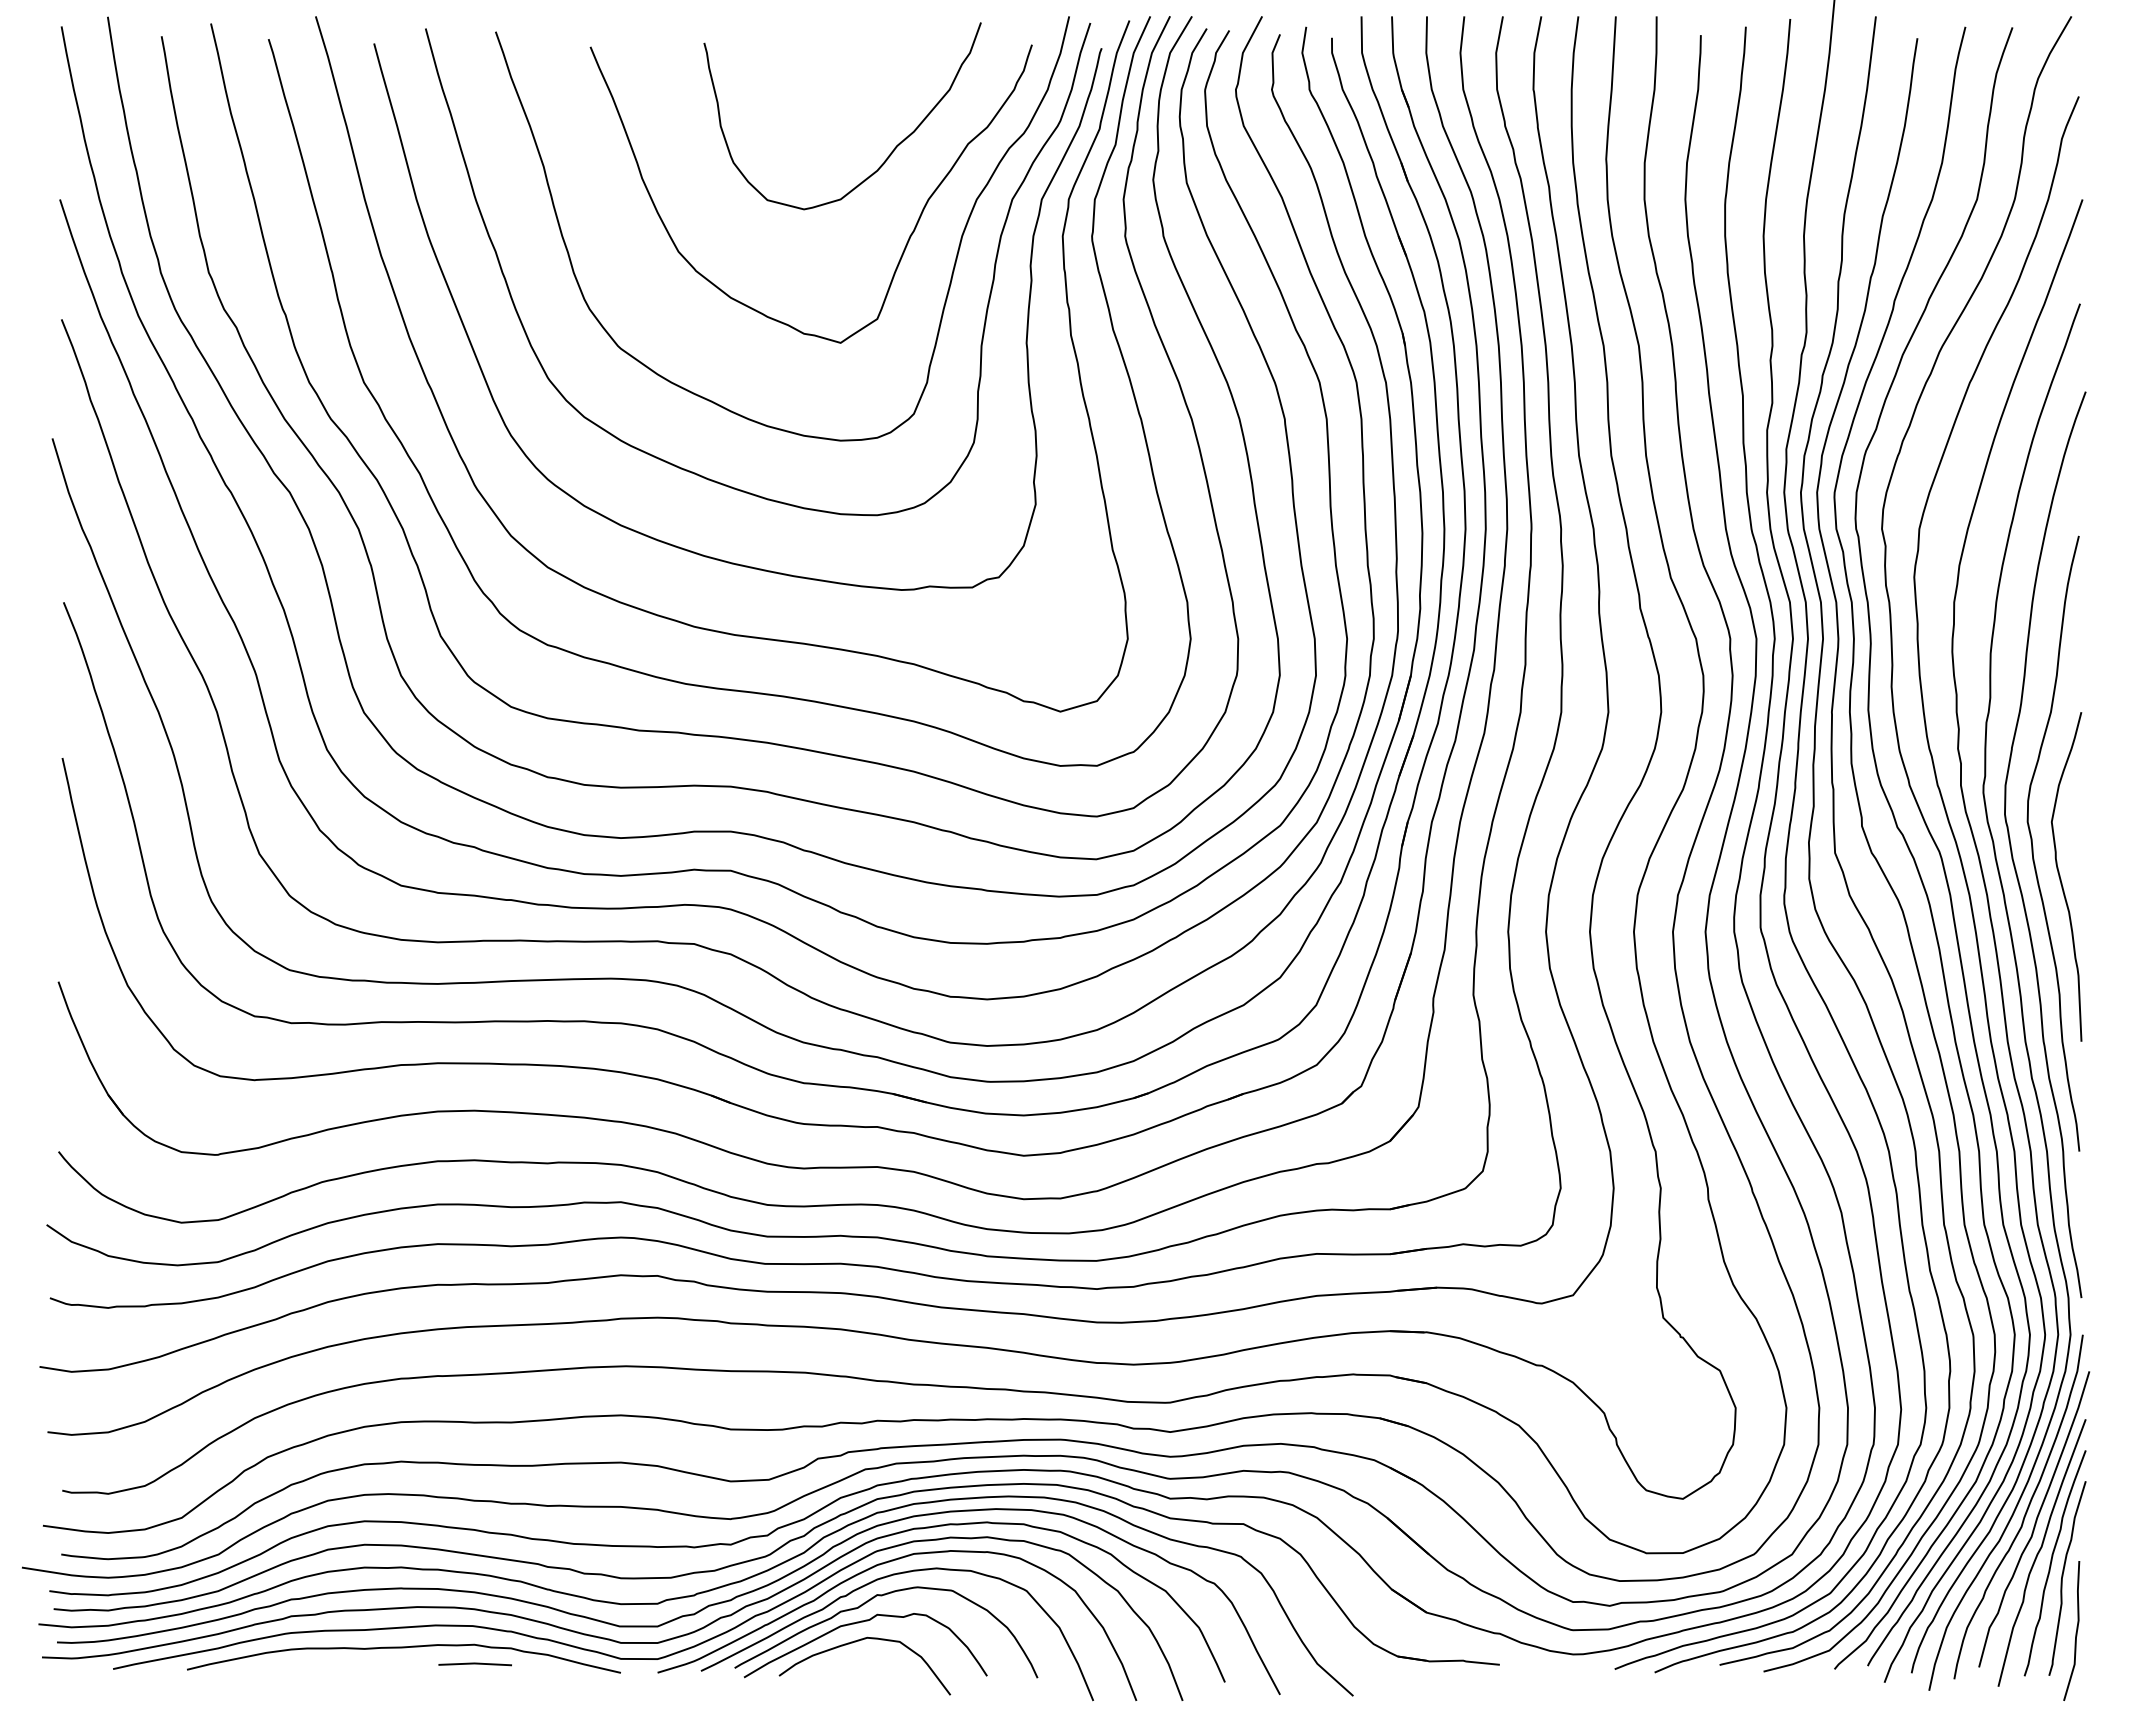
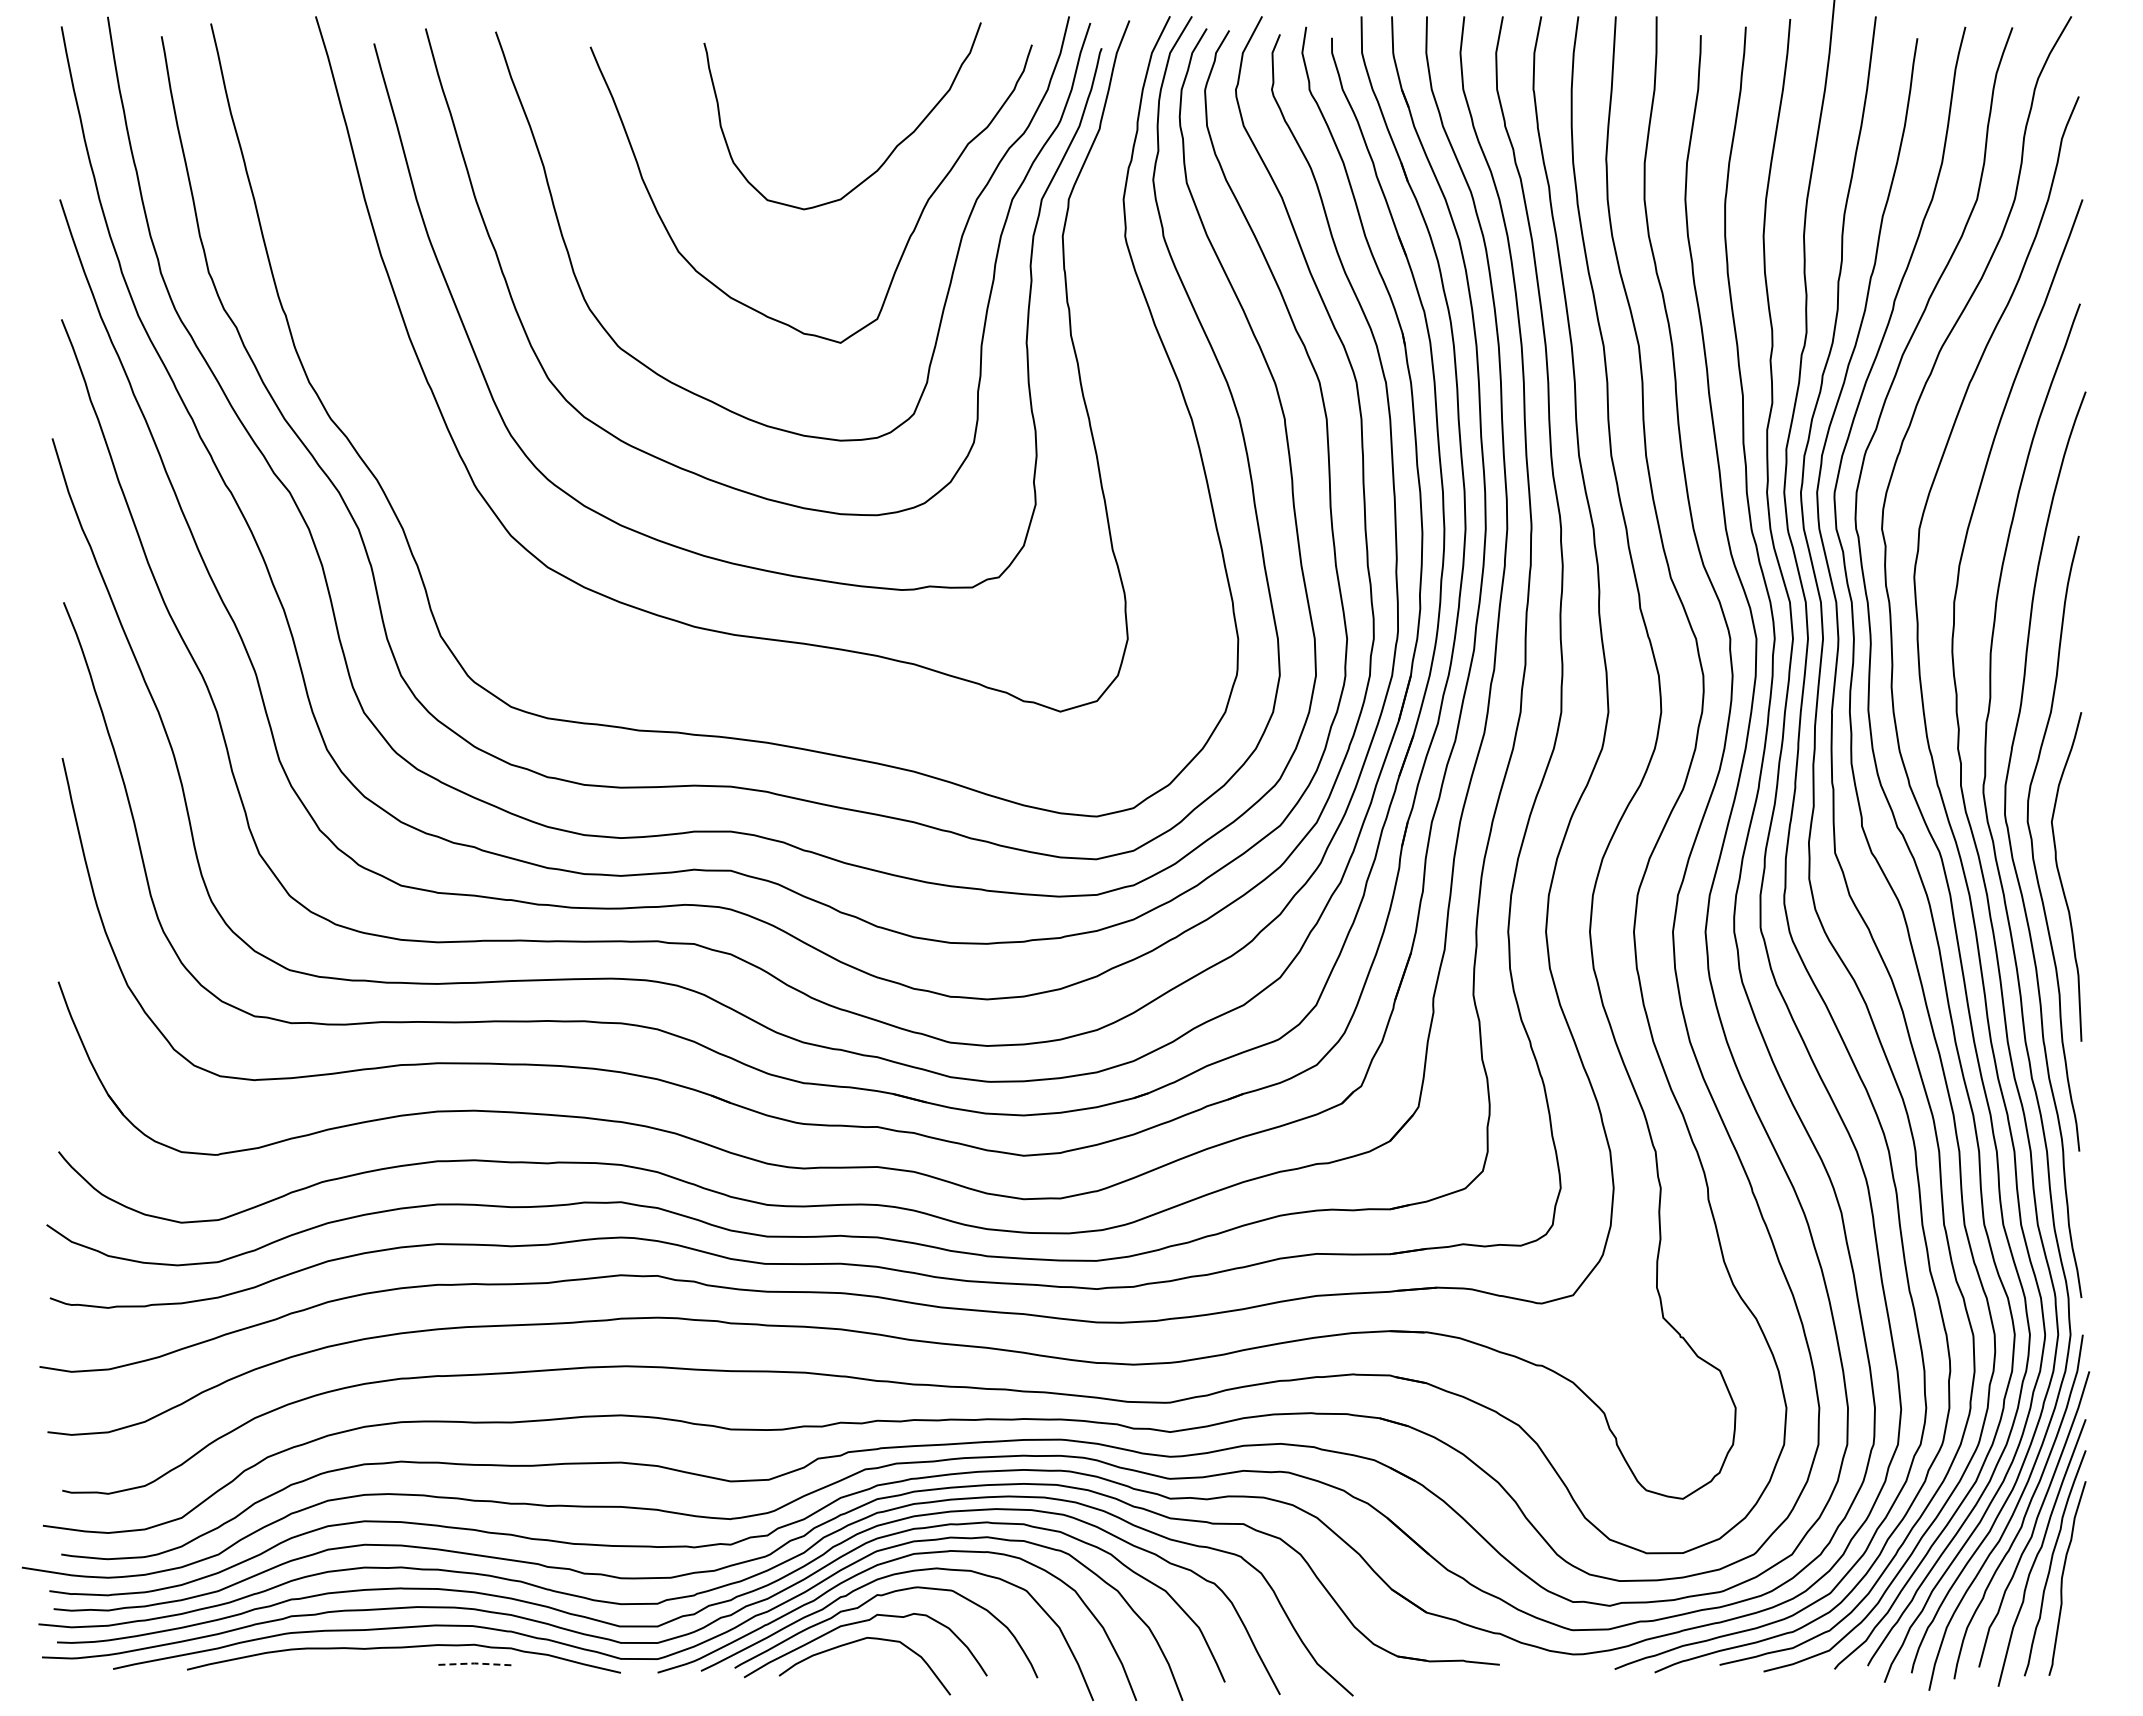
curve at (659, 676): present -> none
curve at (2075, 1632): present -> none
line at (474, 1663): solid -> dashed
